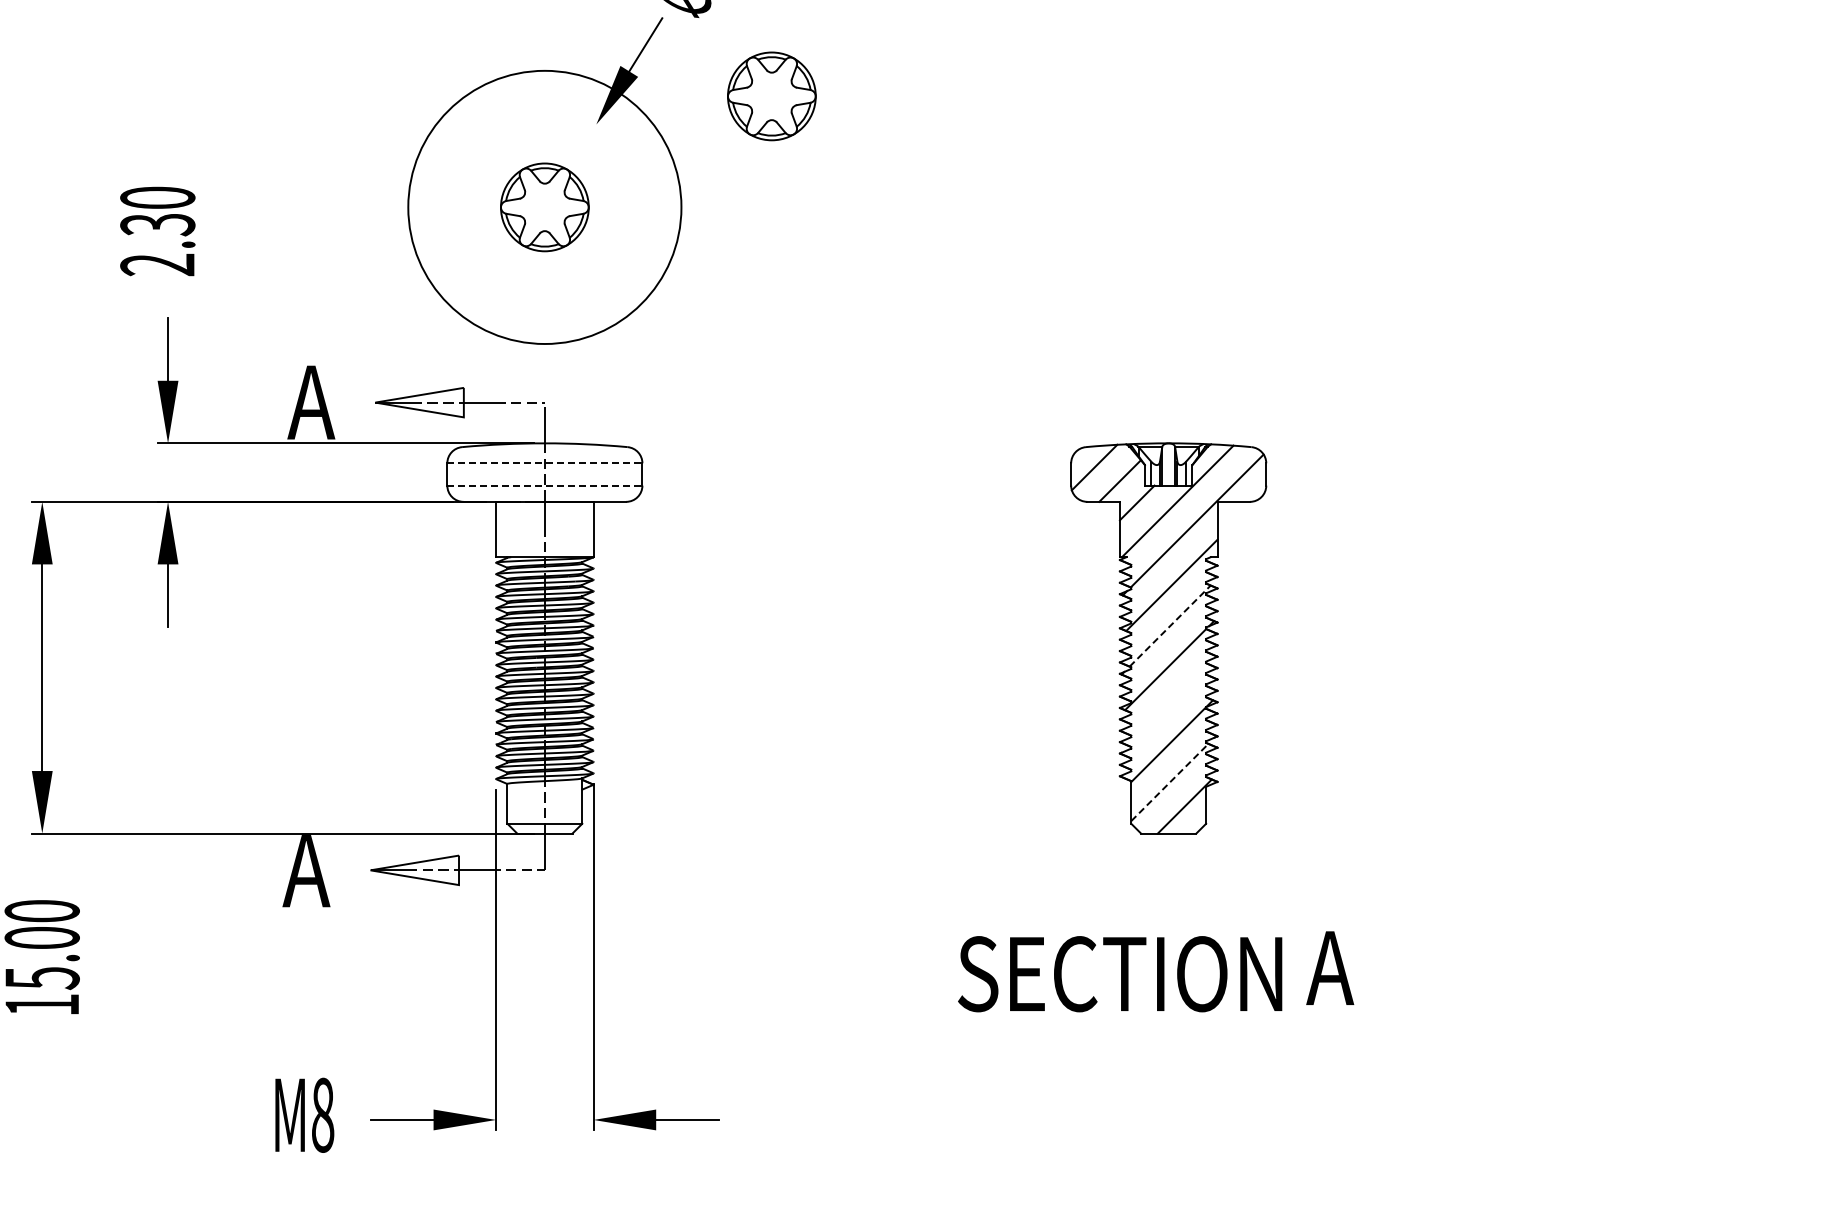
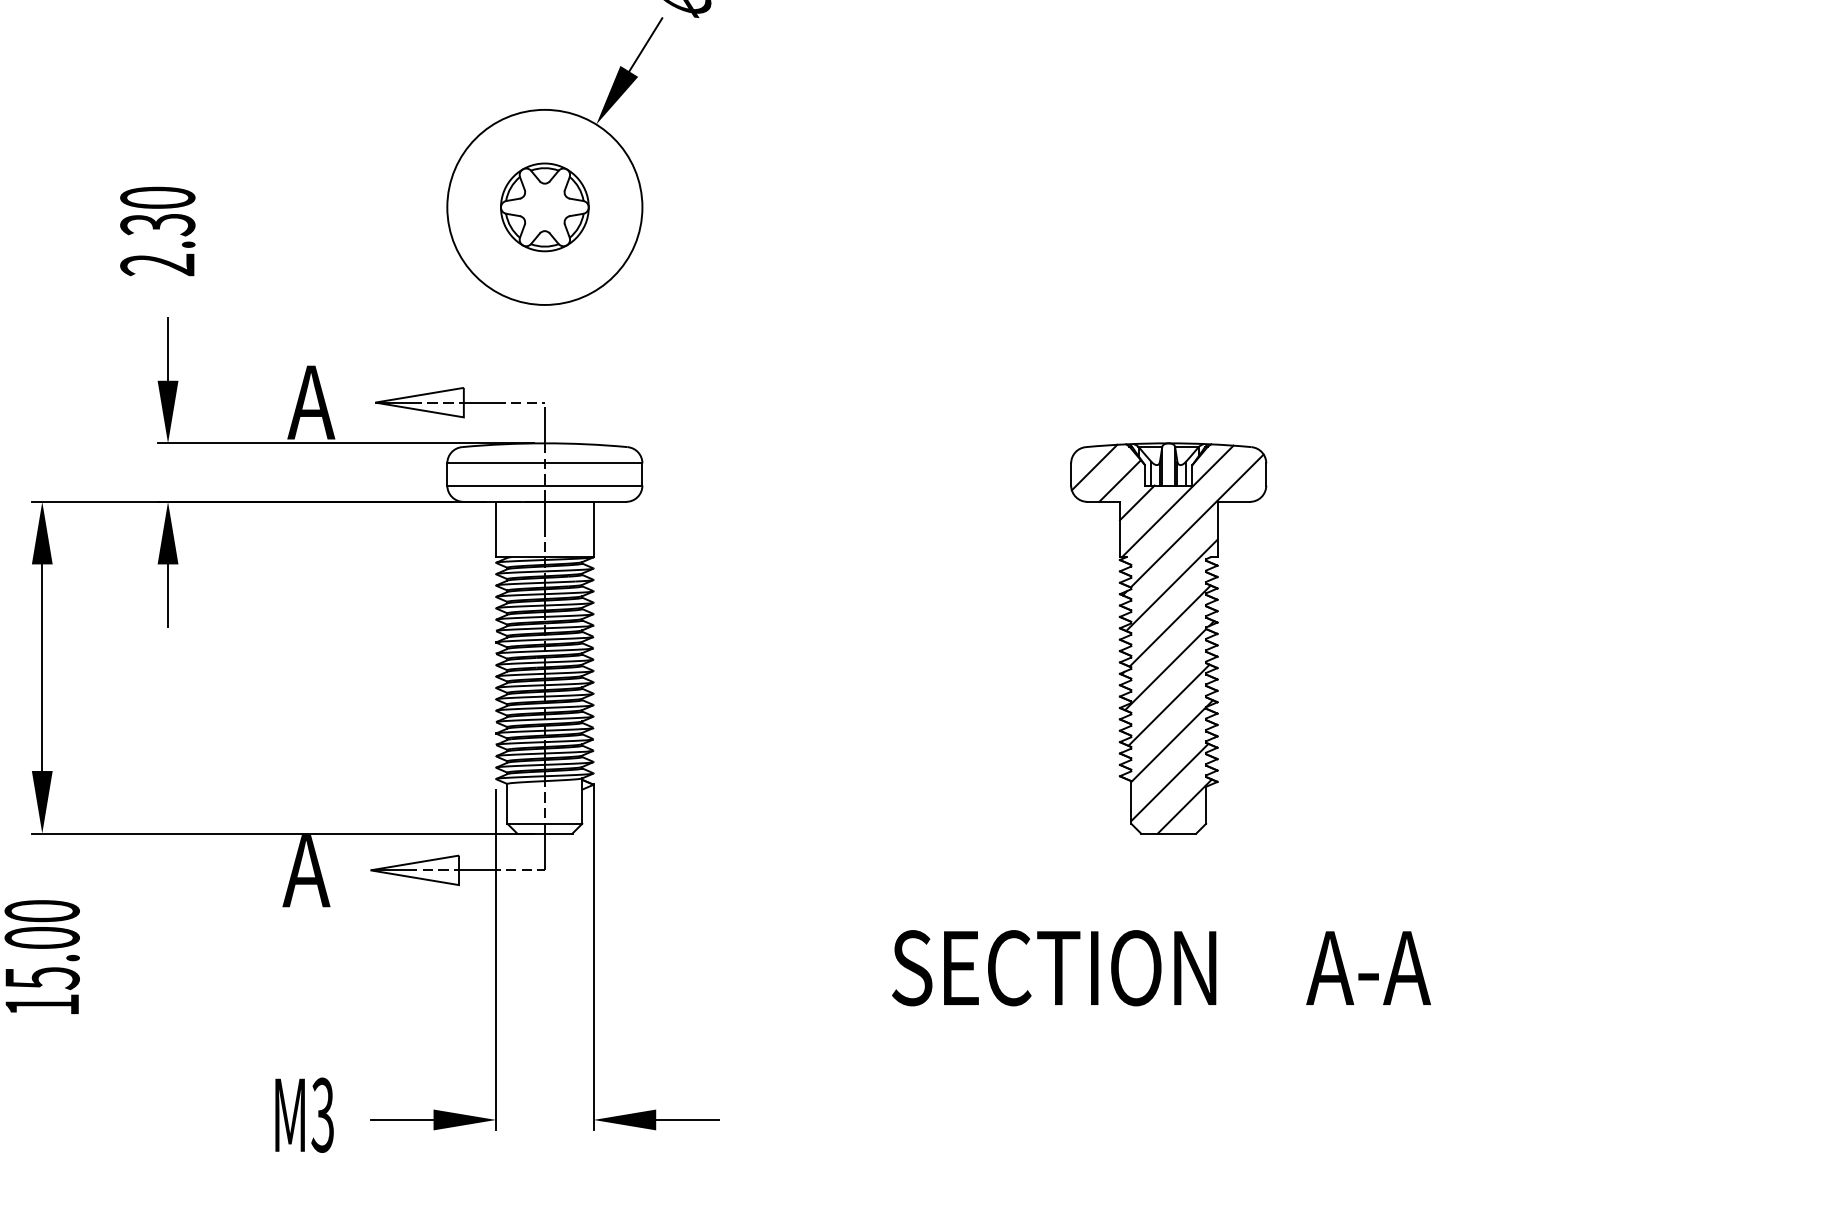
part at (771, 96): present -> none
circle at (544, 207) diameter: 273 px -> 195 px
line at (544, 463): dashed -> solid
line at (544, 485): dashed -> solid
line at (1170, 625): dashed -> solid
line at (1168, 704): none -> present
line at (1169, 782): dashed -> solid
text at (1394, 967): A -> A-A
text at (1120, 974) position: (1120, 974) -> (1054, 968)
text at (322, 1114): M8 -> M3
